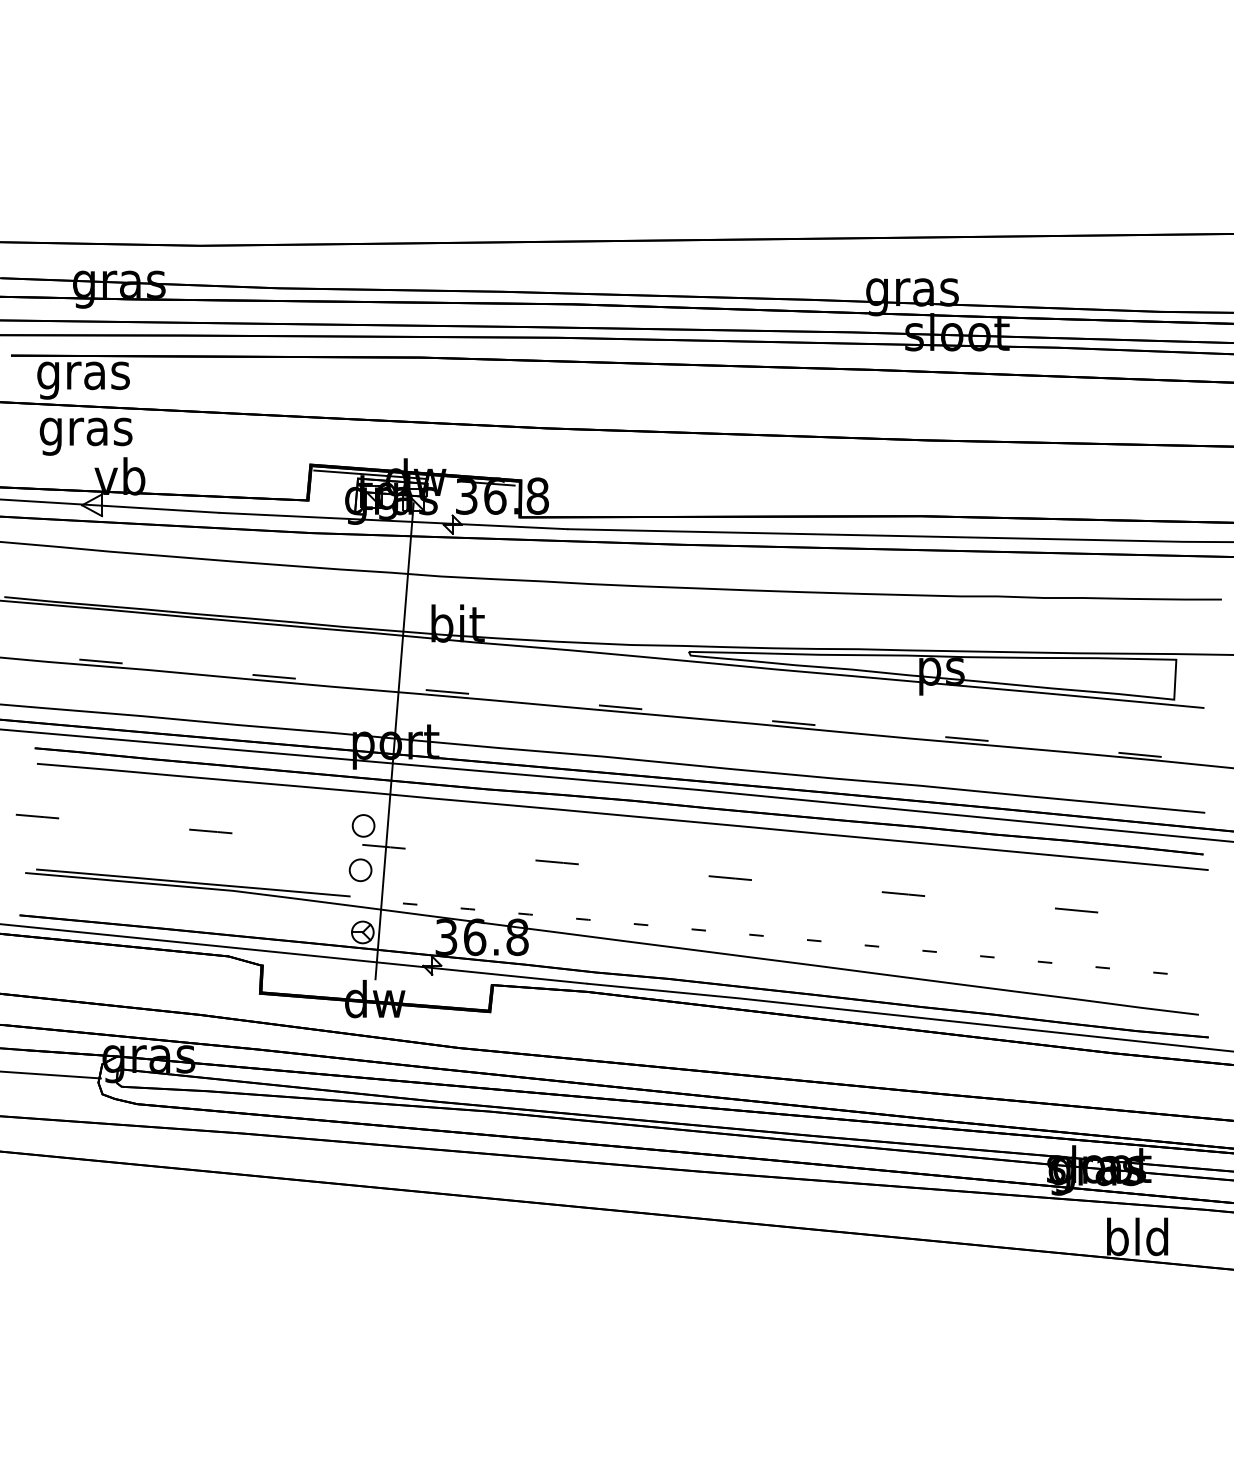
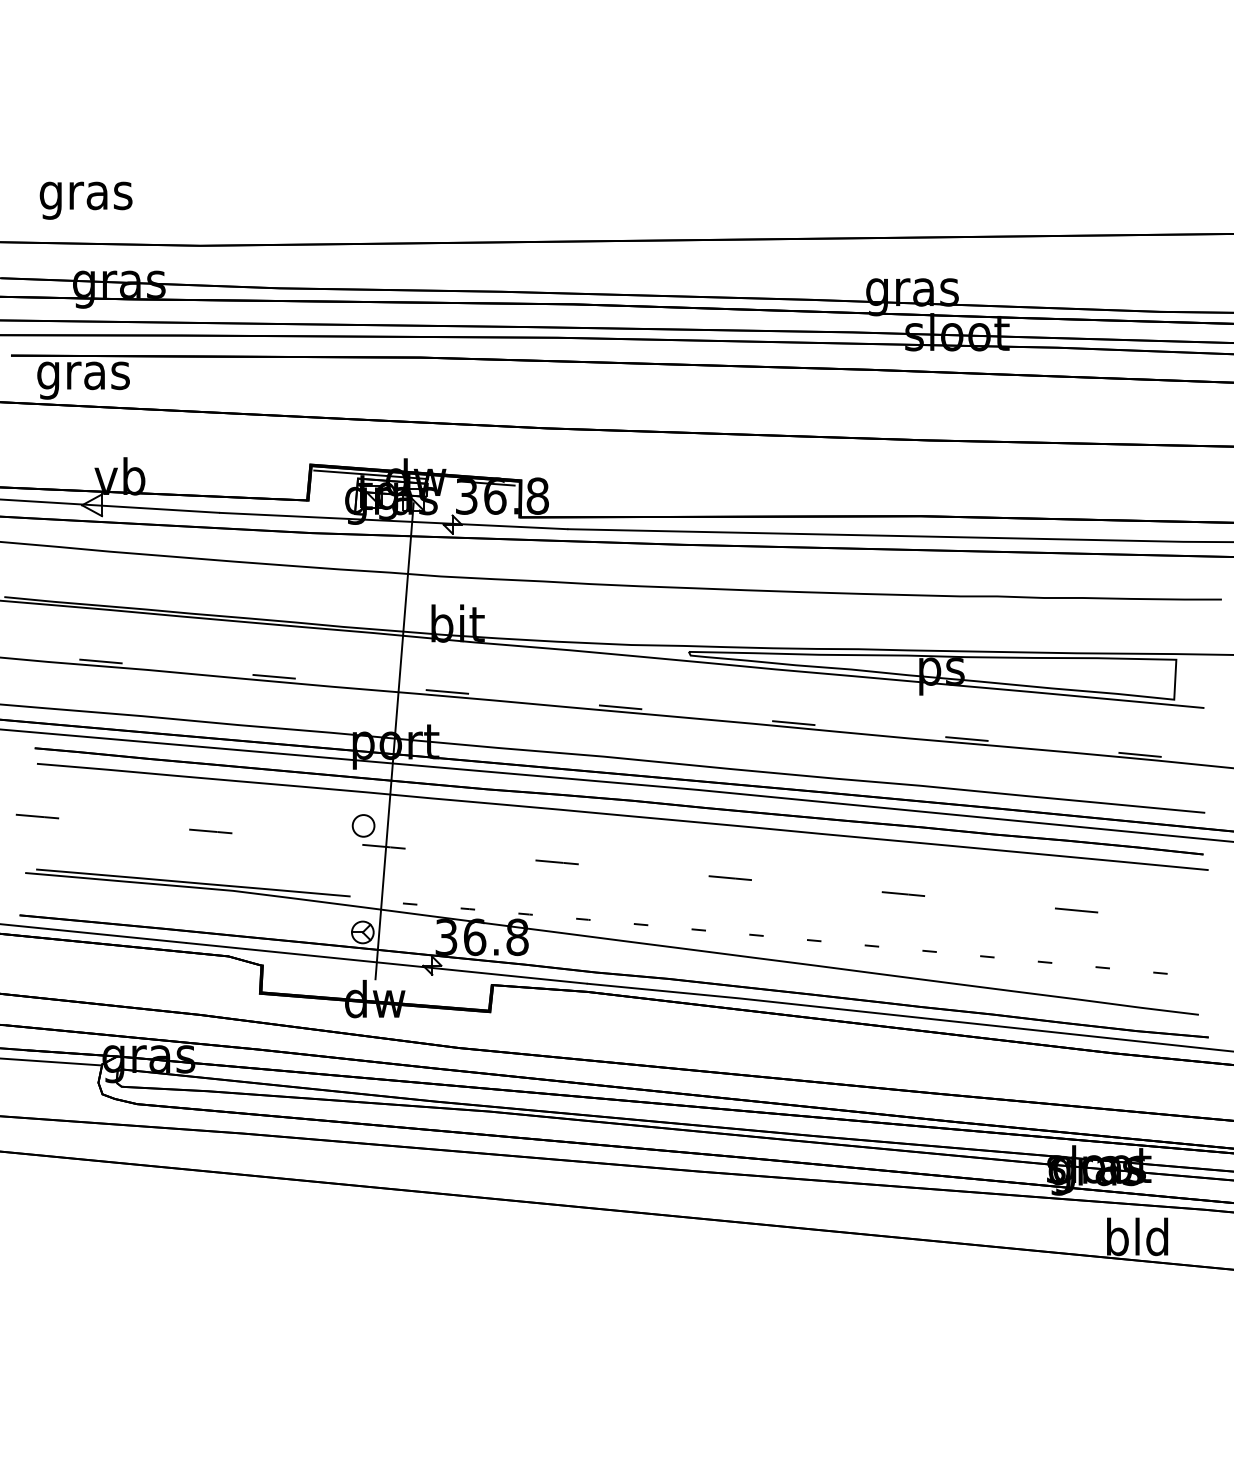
text at (85, 436) position: (85, 436) -> (85, 200)
part at (360, 869): present -> none
line at (51, 1074) position: (51, 1074) -> (51, 1061)
